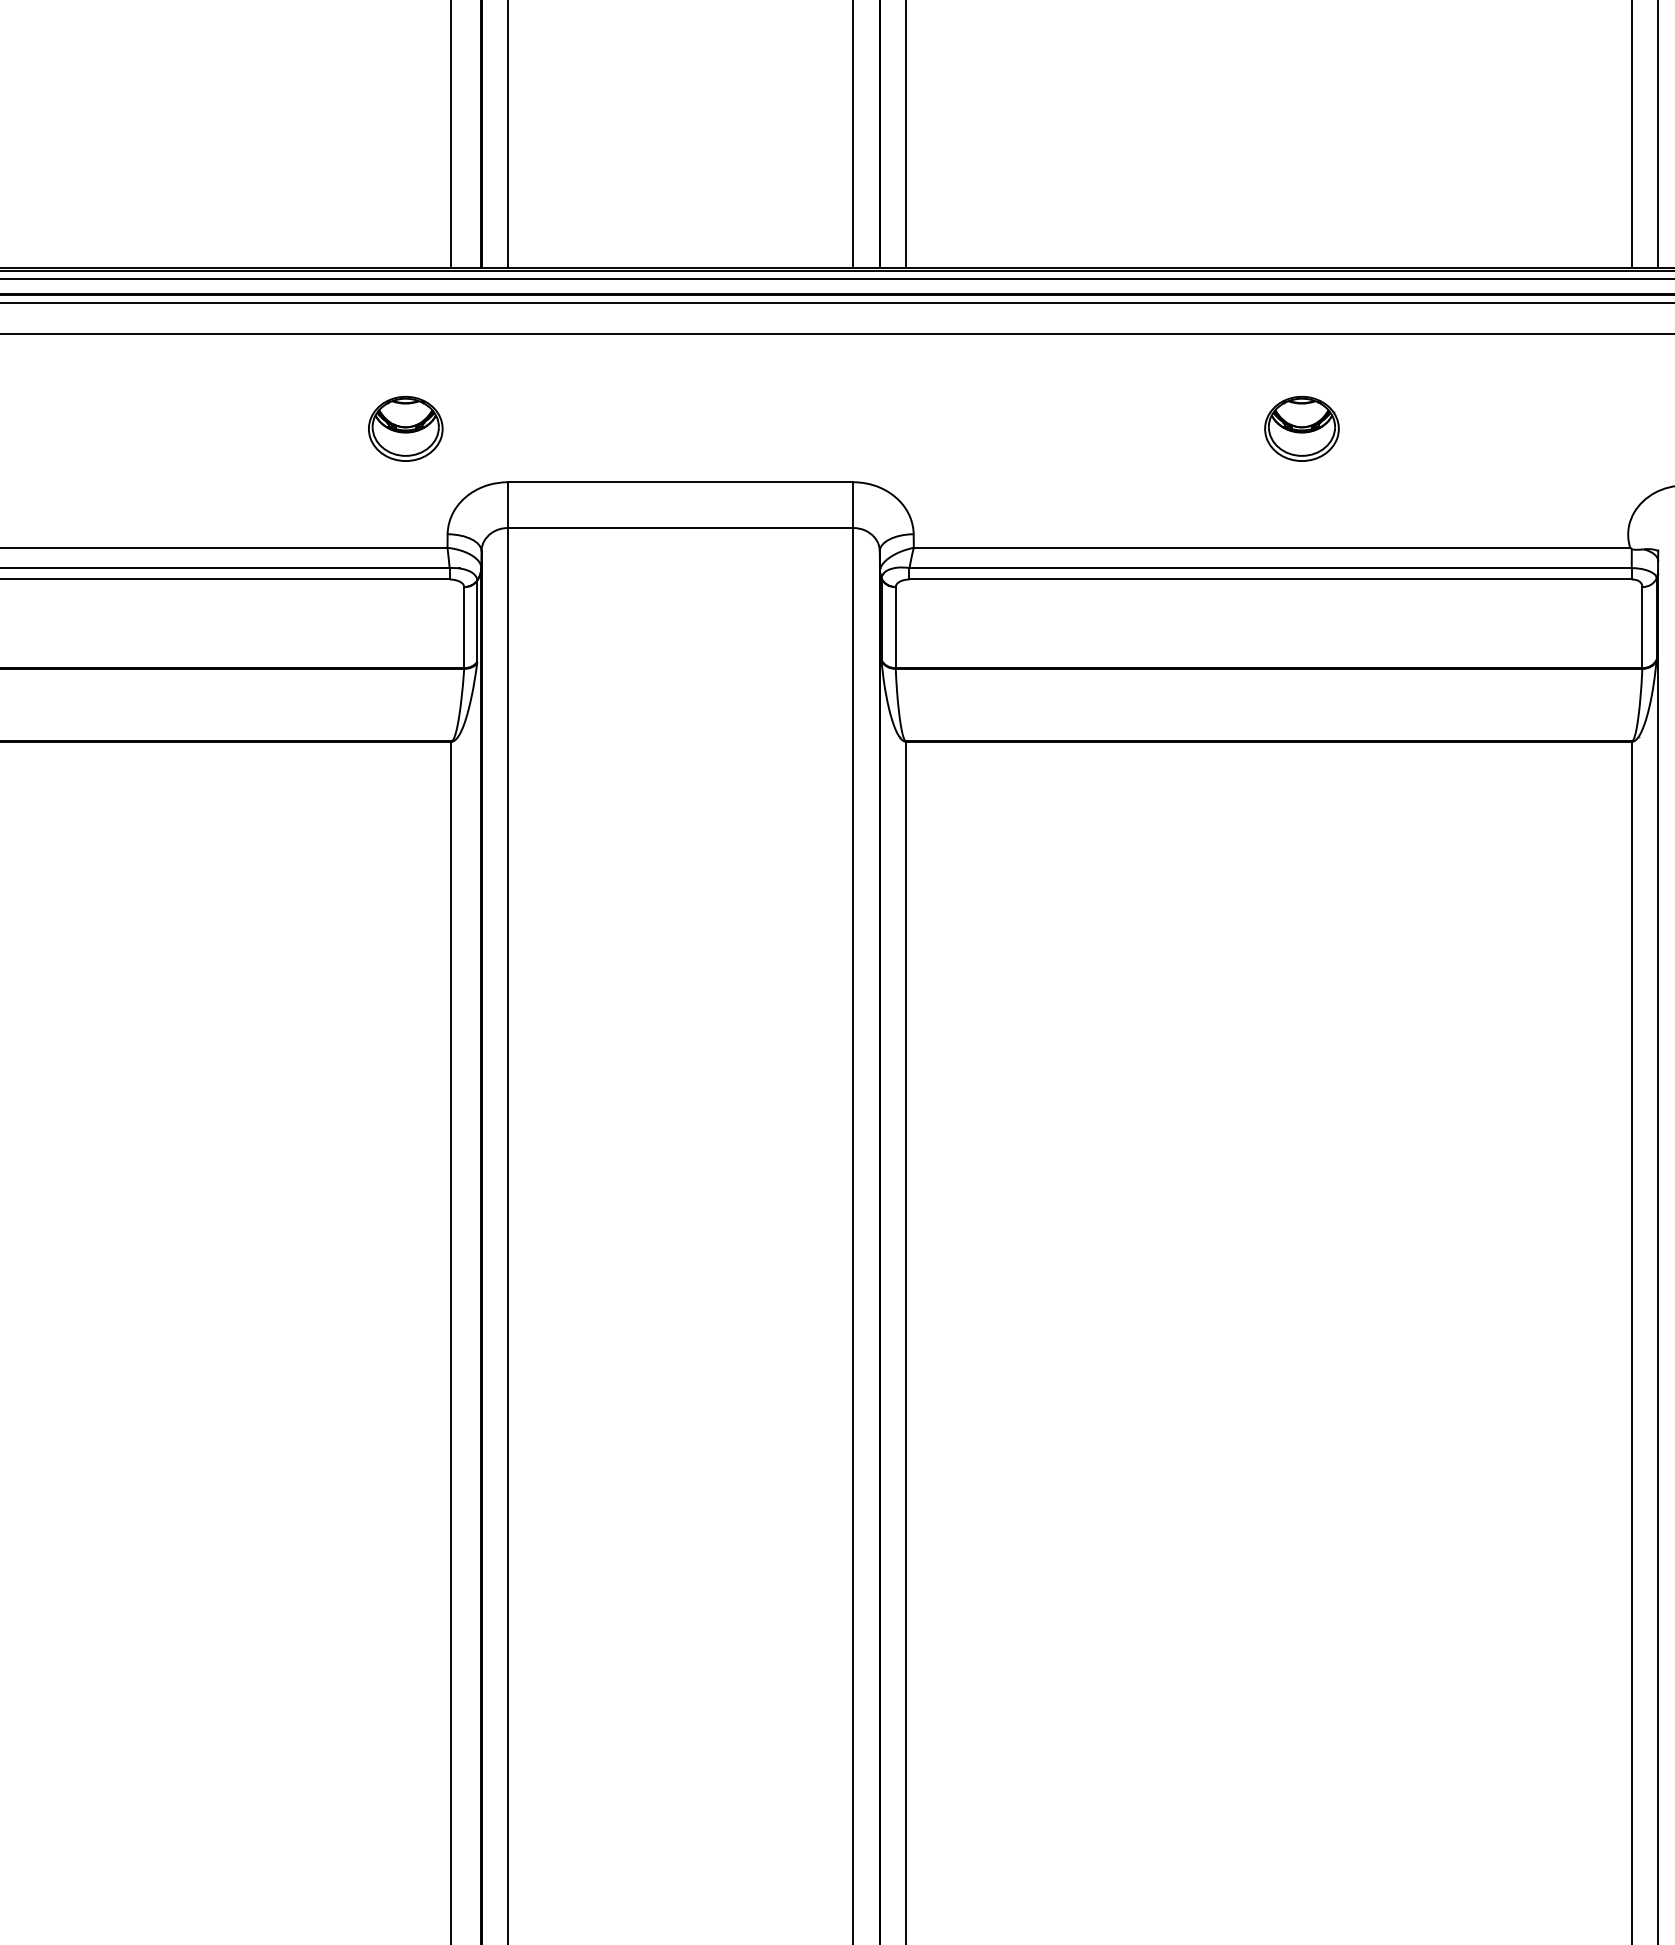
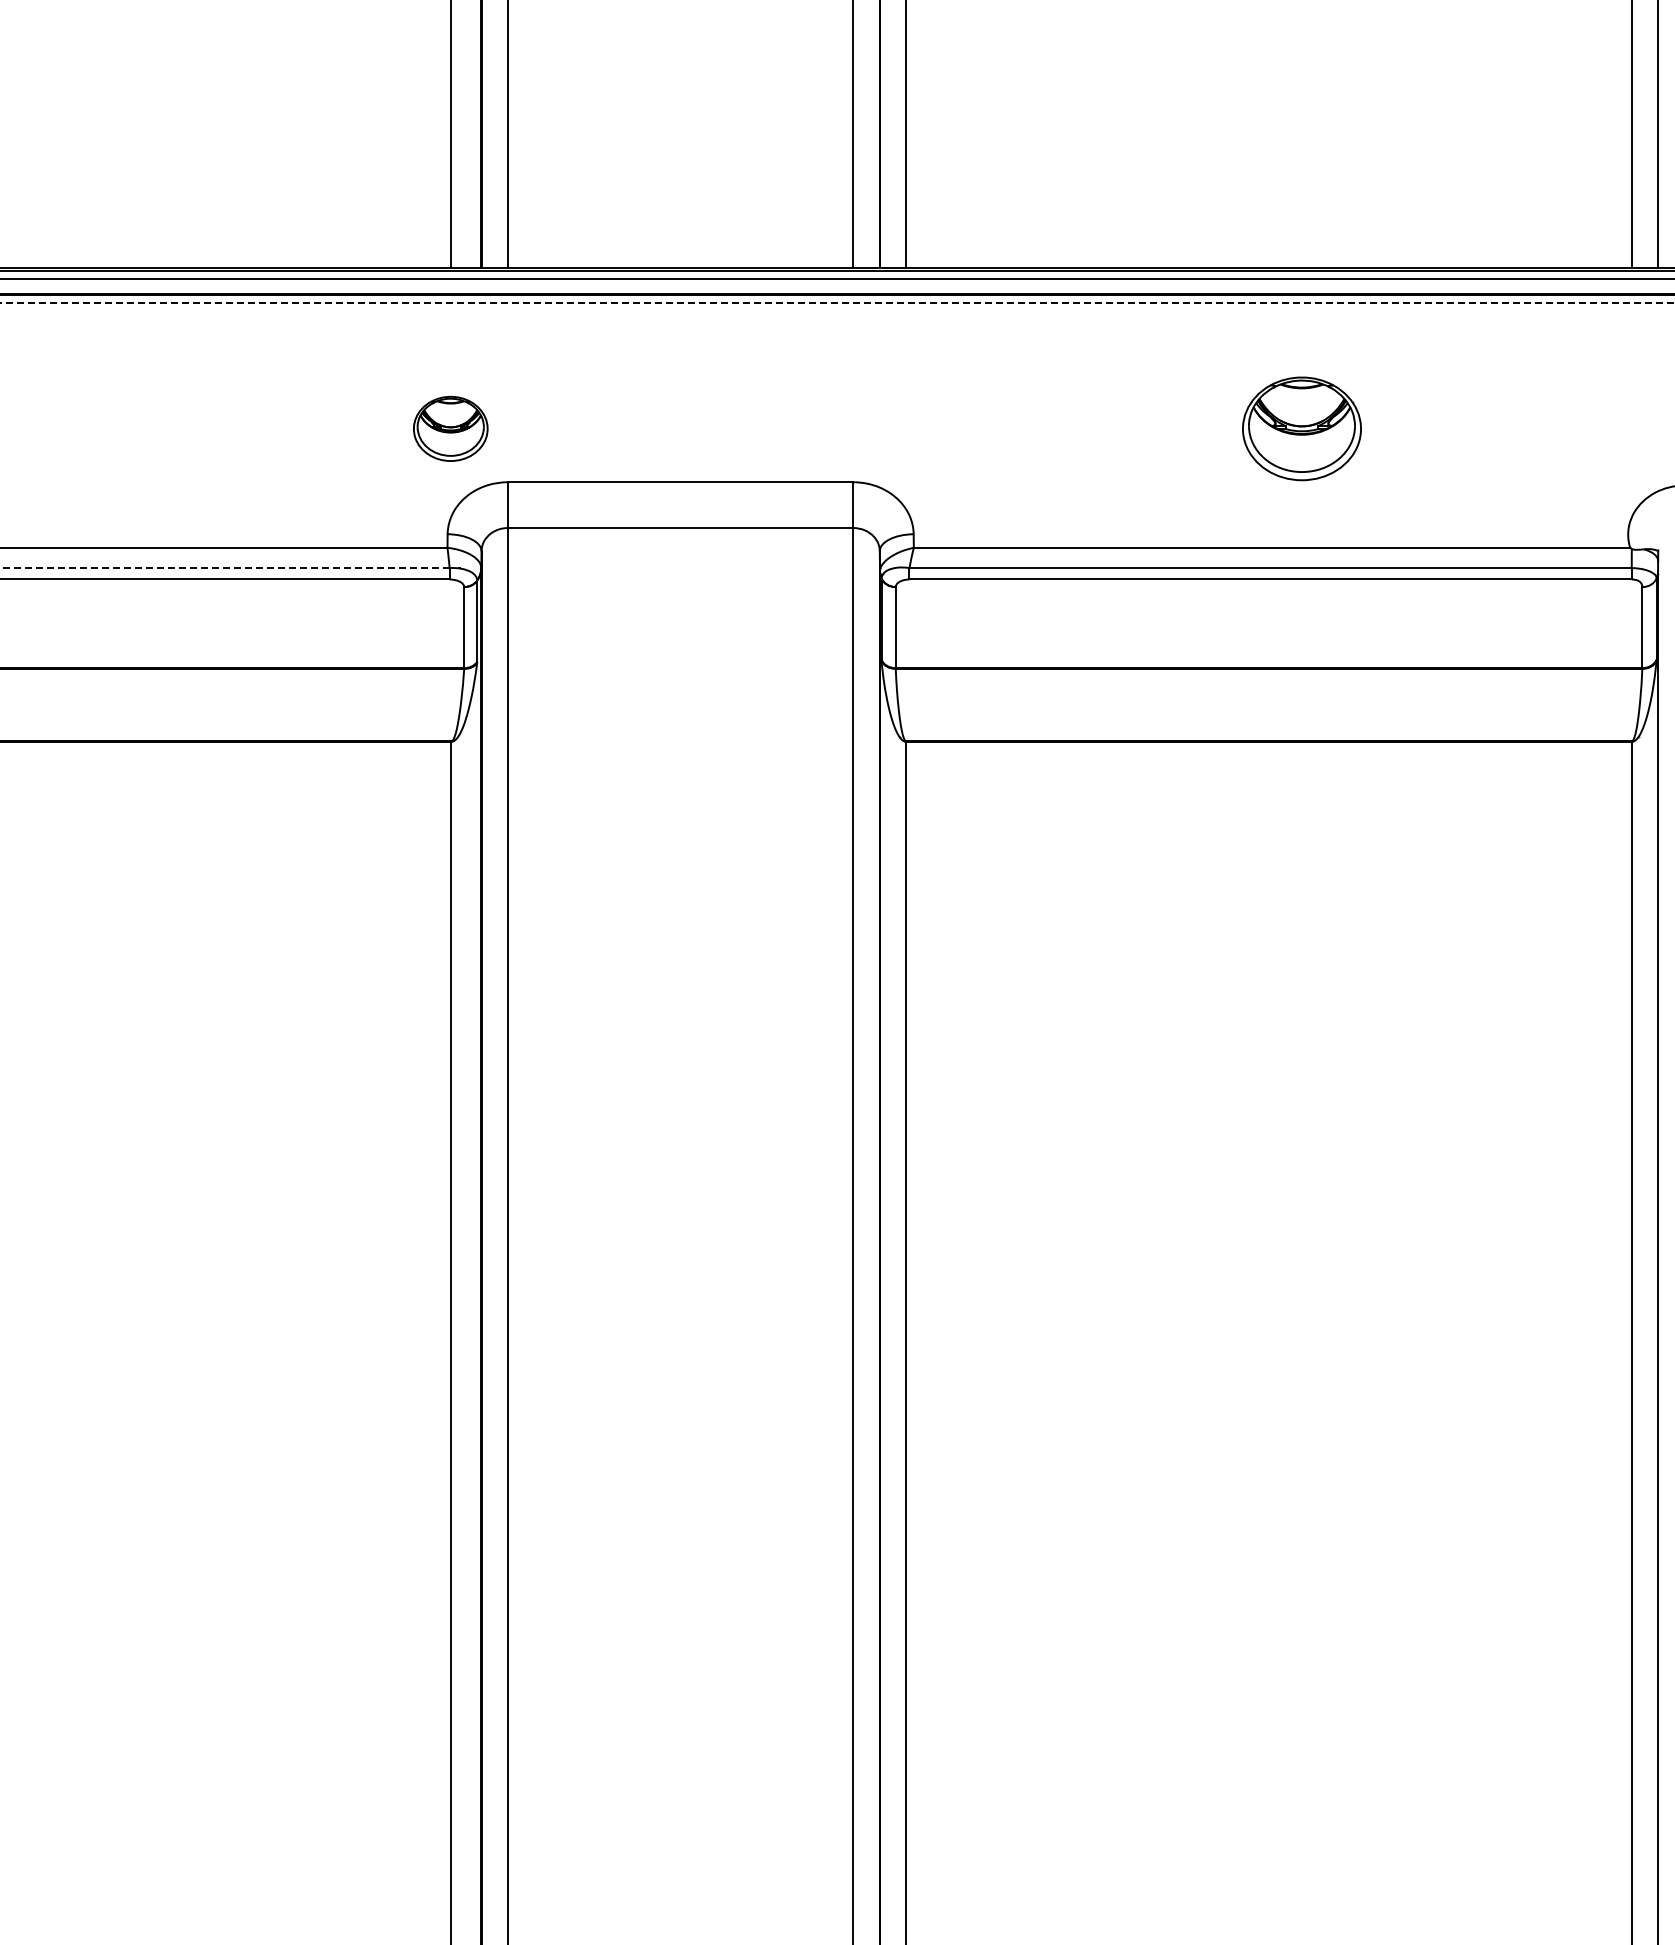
line at (837, 303): solid -> dashed
line at (836, 333): present -> none
part at (405, 428) position: (405, 428) -> (450, 428)
part at (1301, 428) size: 76x66 px -> 120x106 px
line at (224, 568): solid -> dashed
